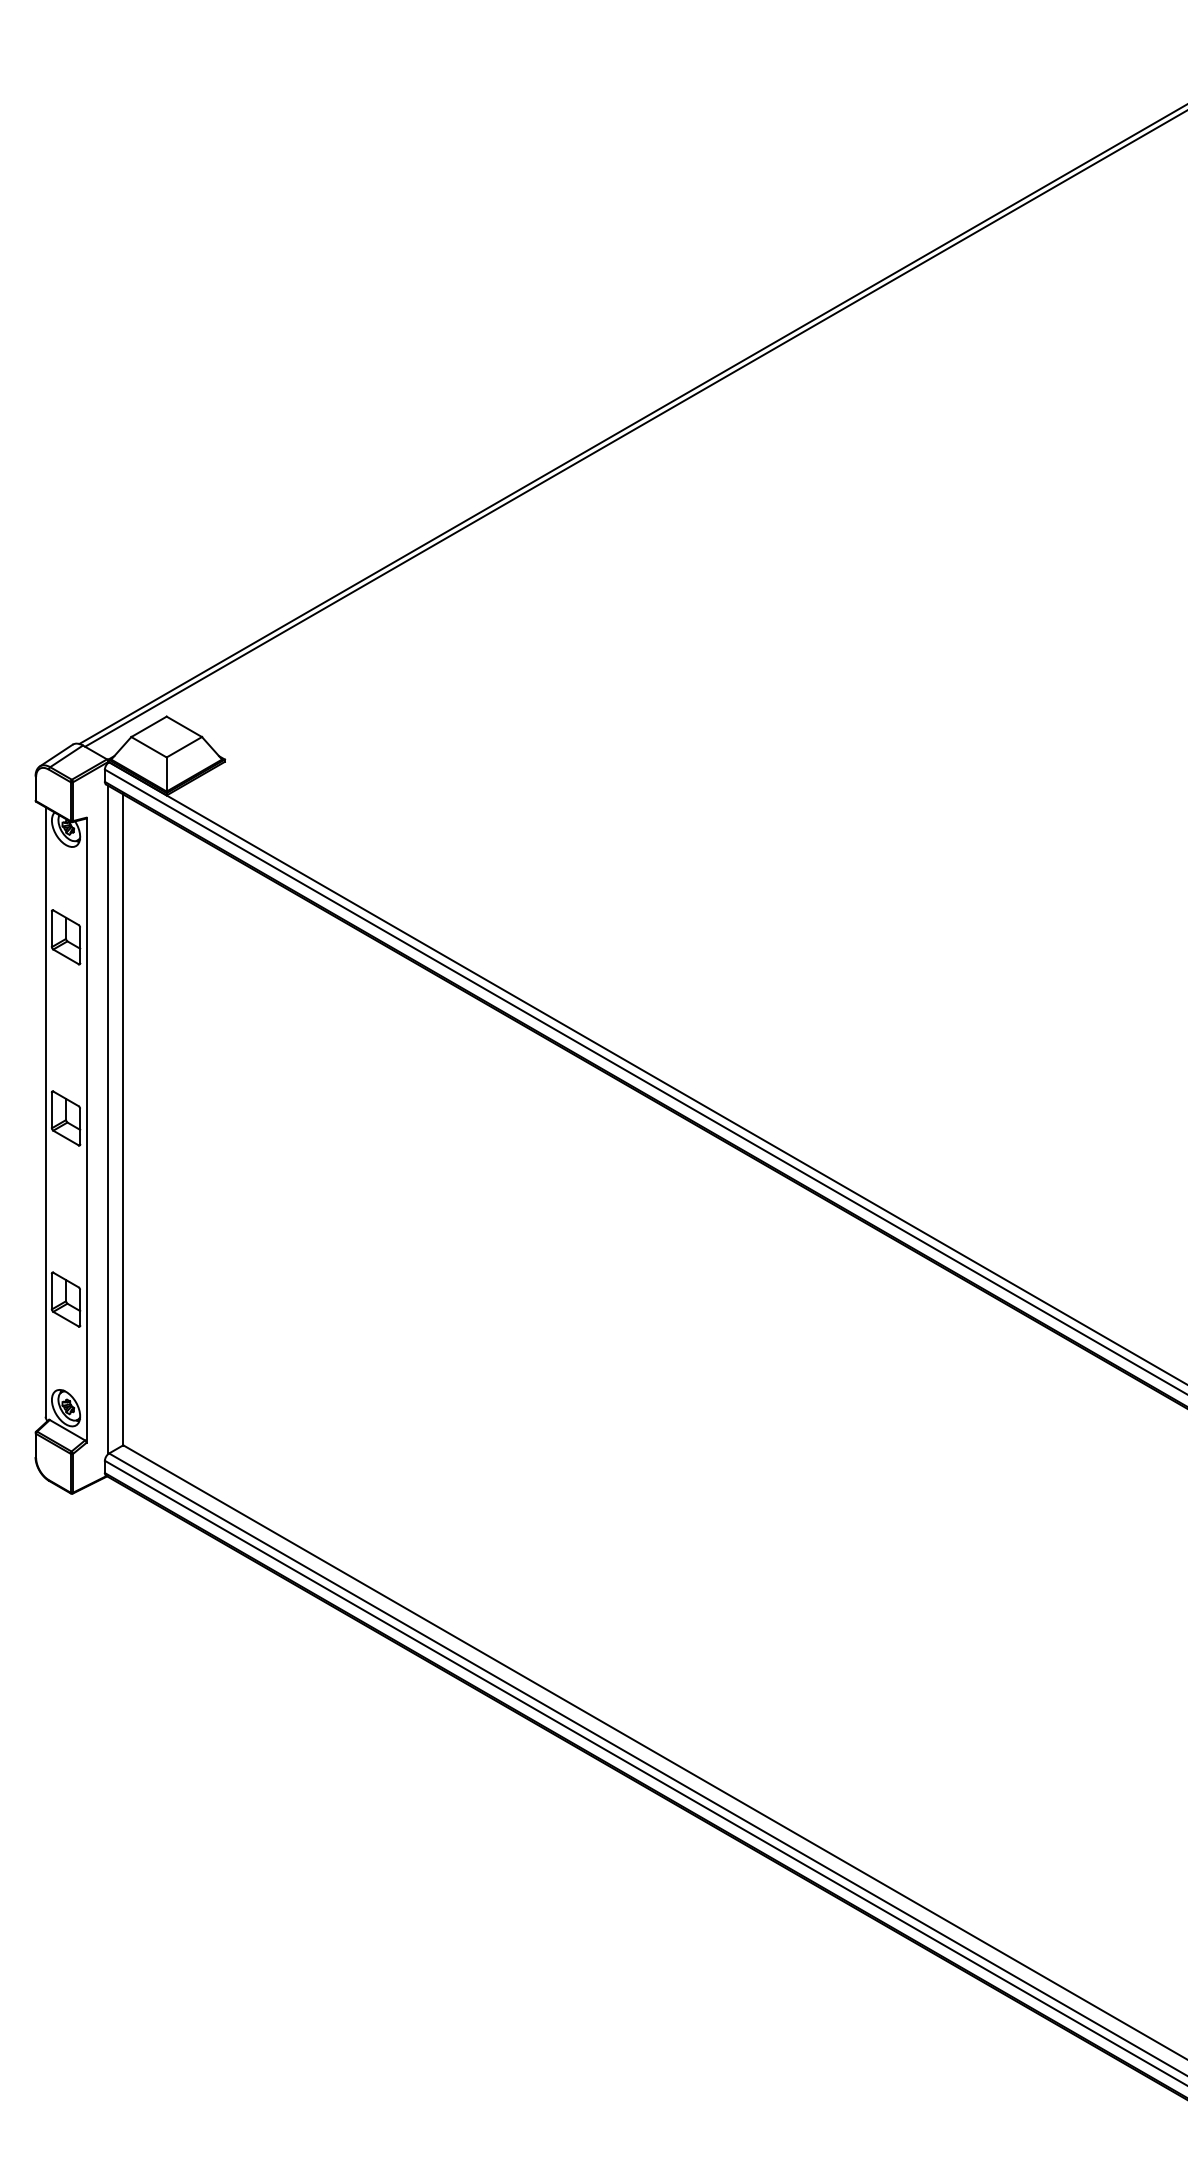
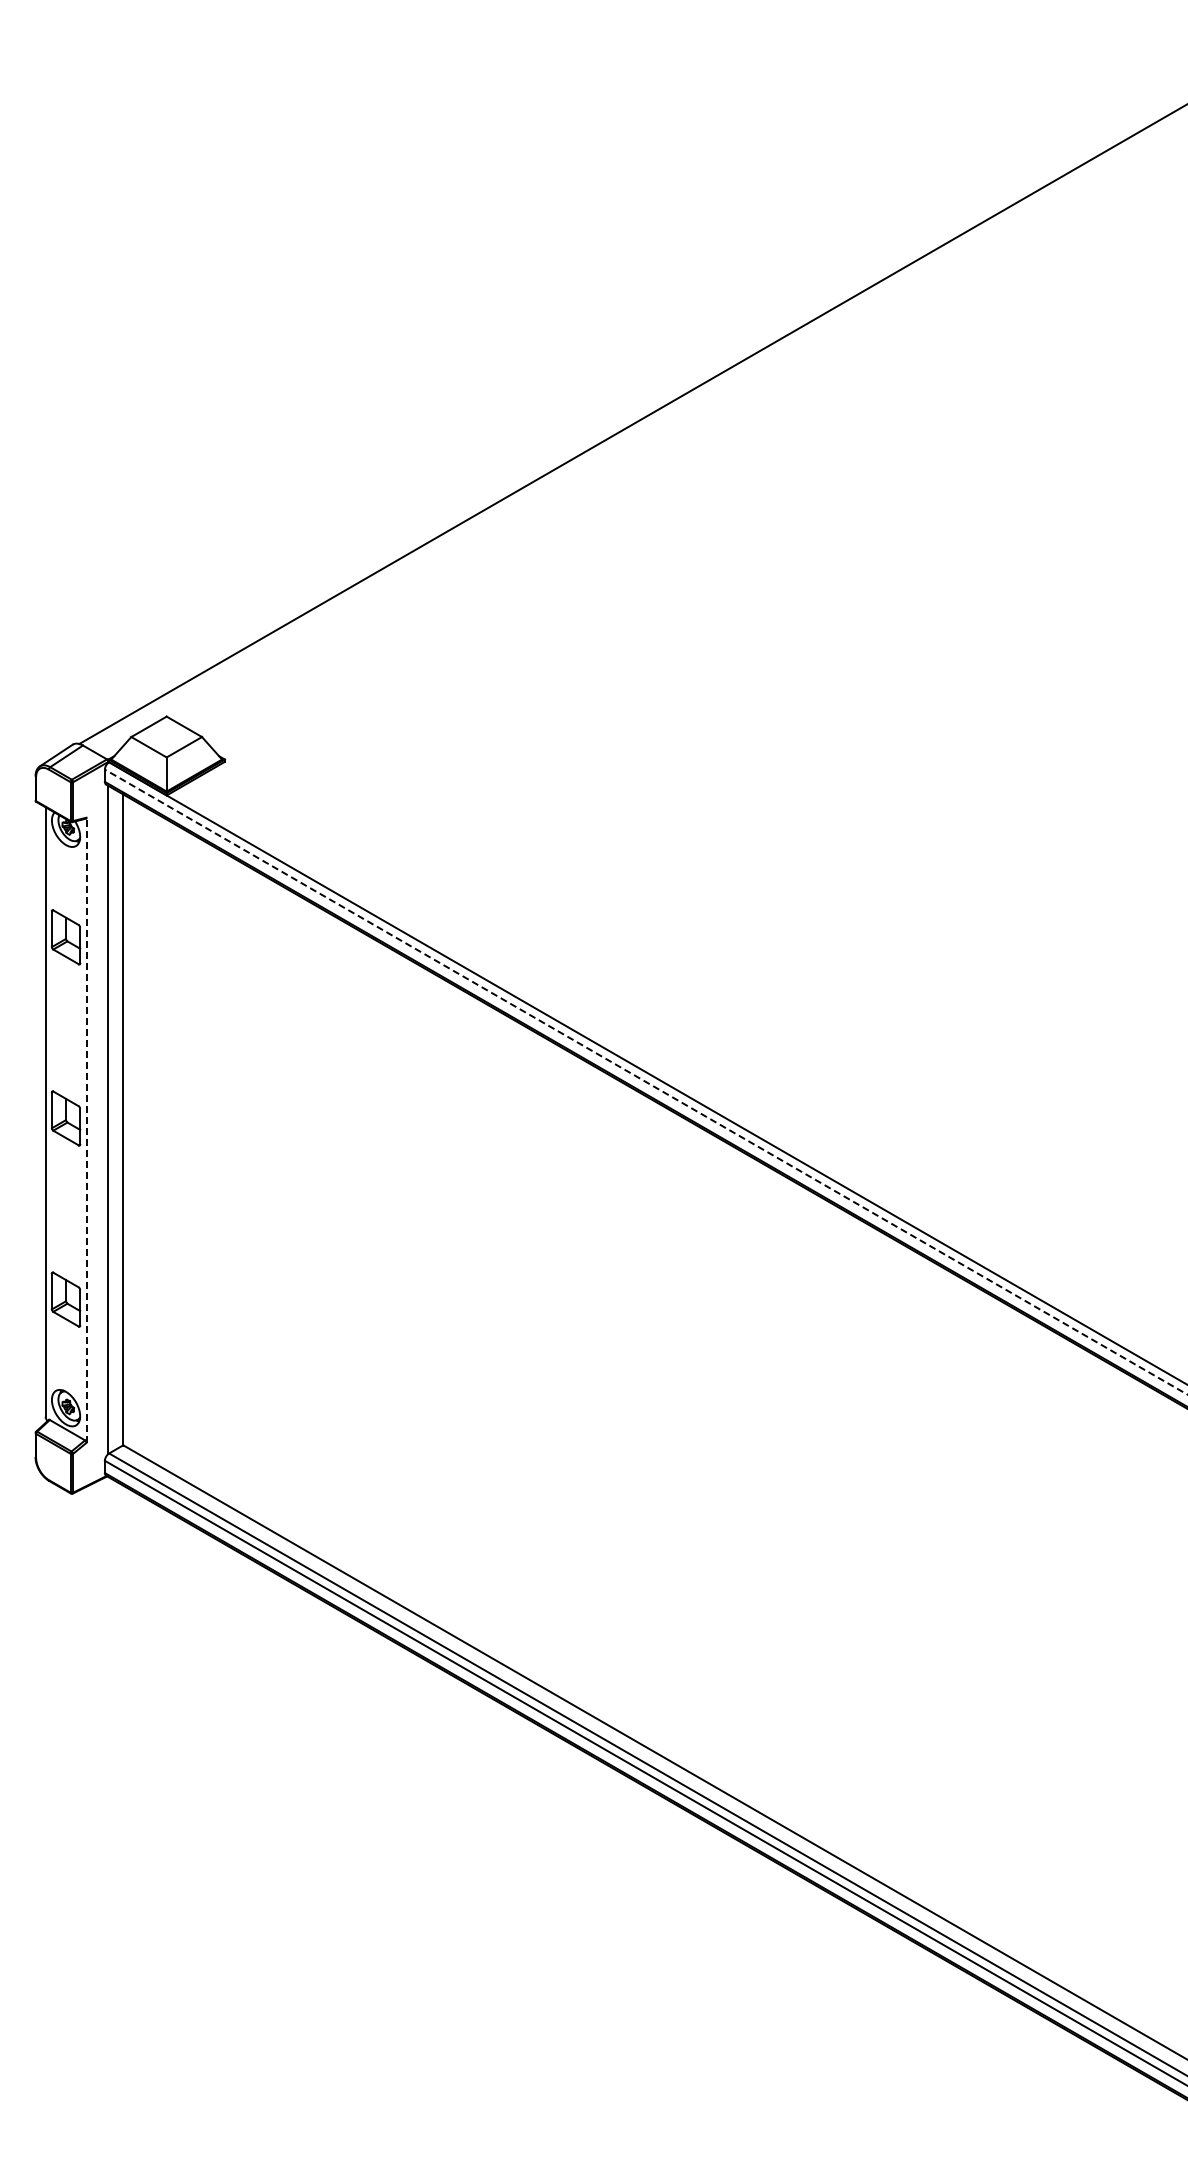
line at (634, 428): present -> none
line at (645, 1081): solid -> dashed
line at (86, 1130): solid -> dashed
